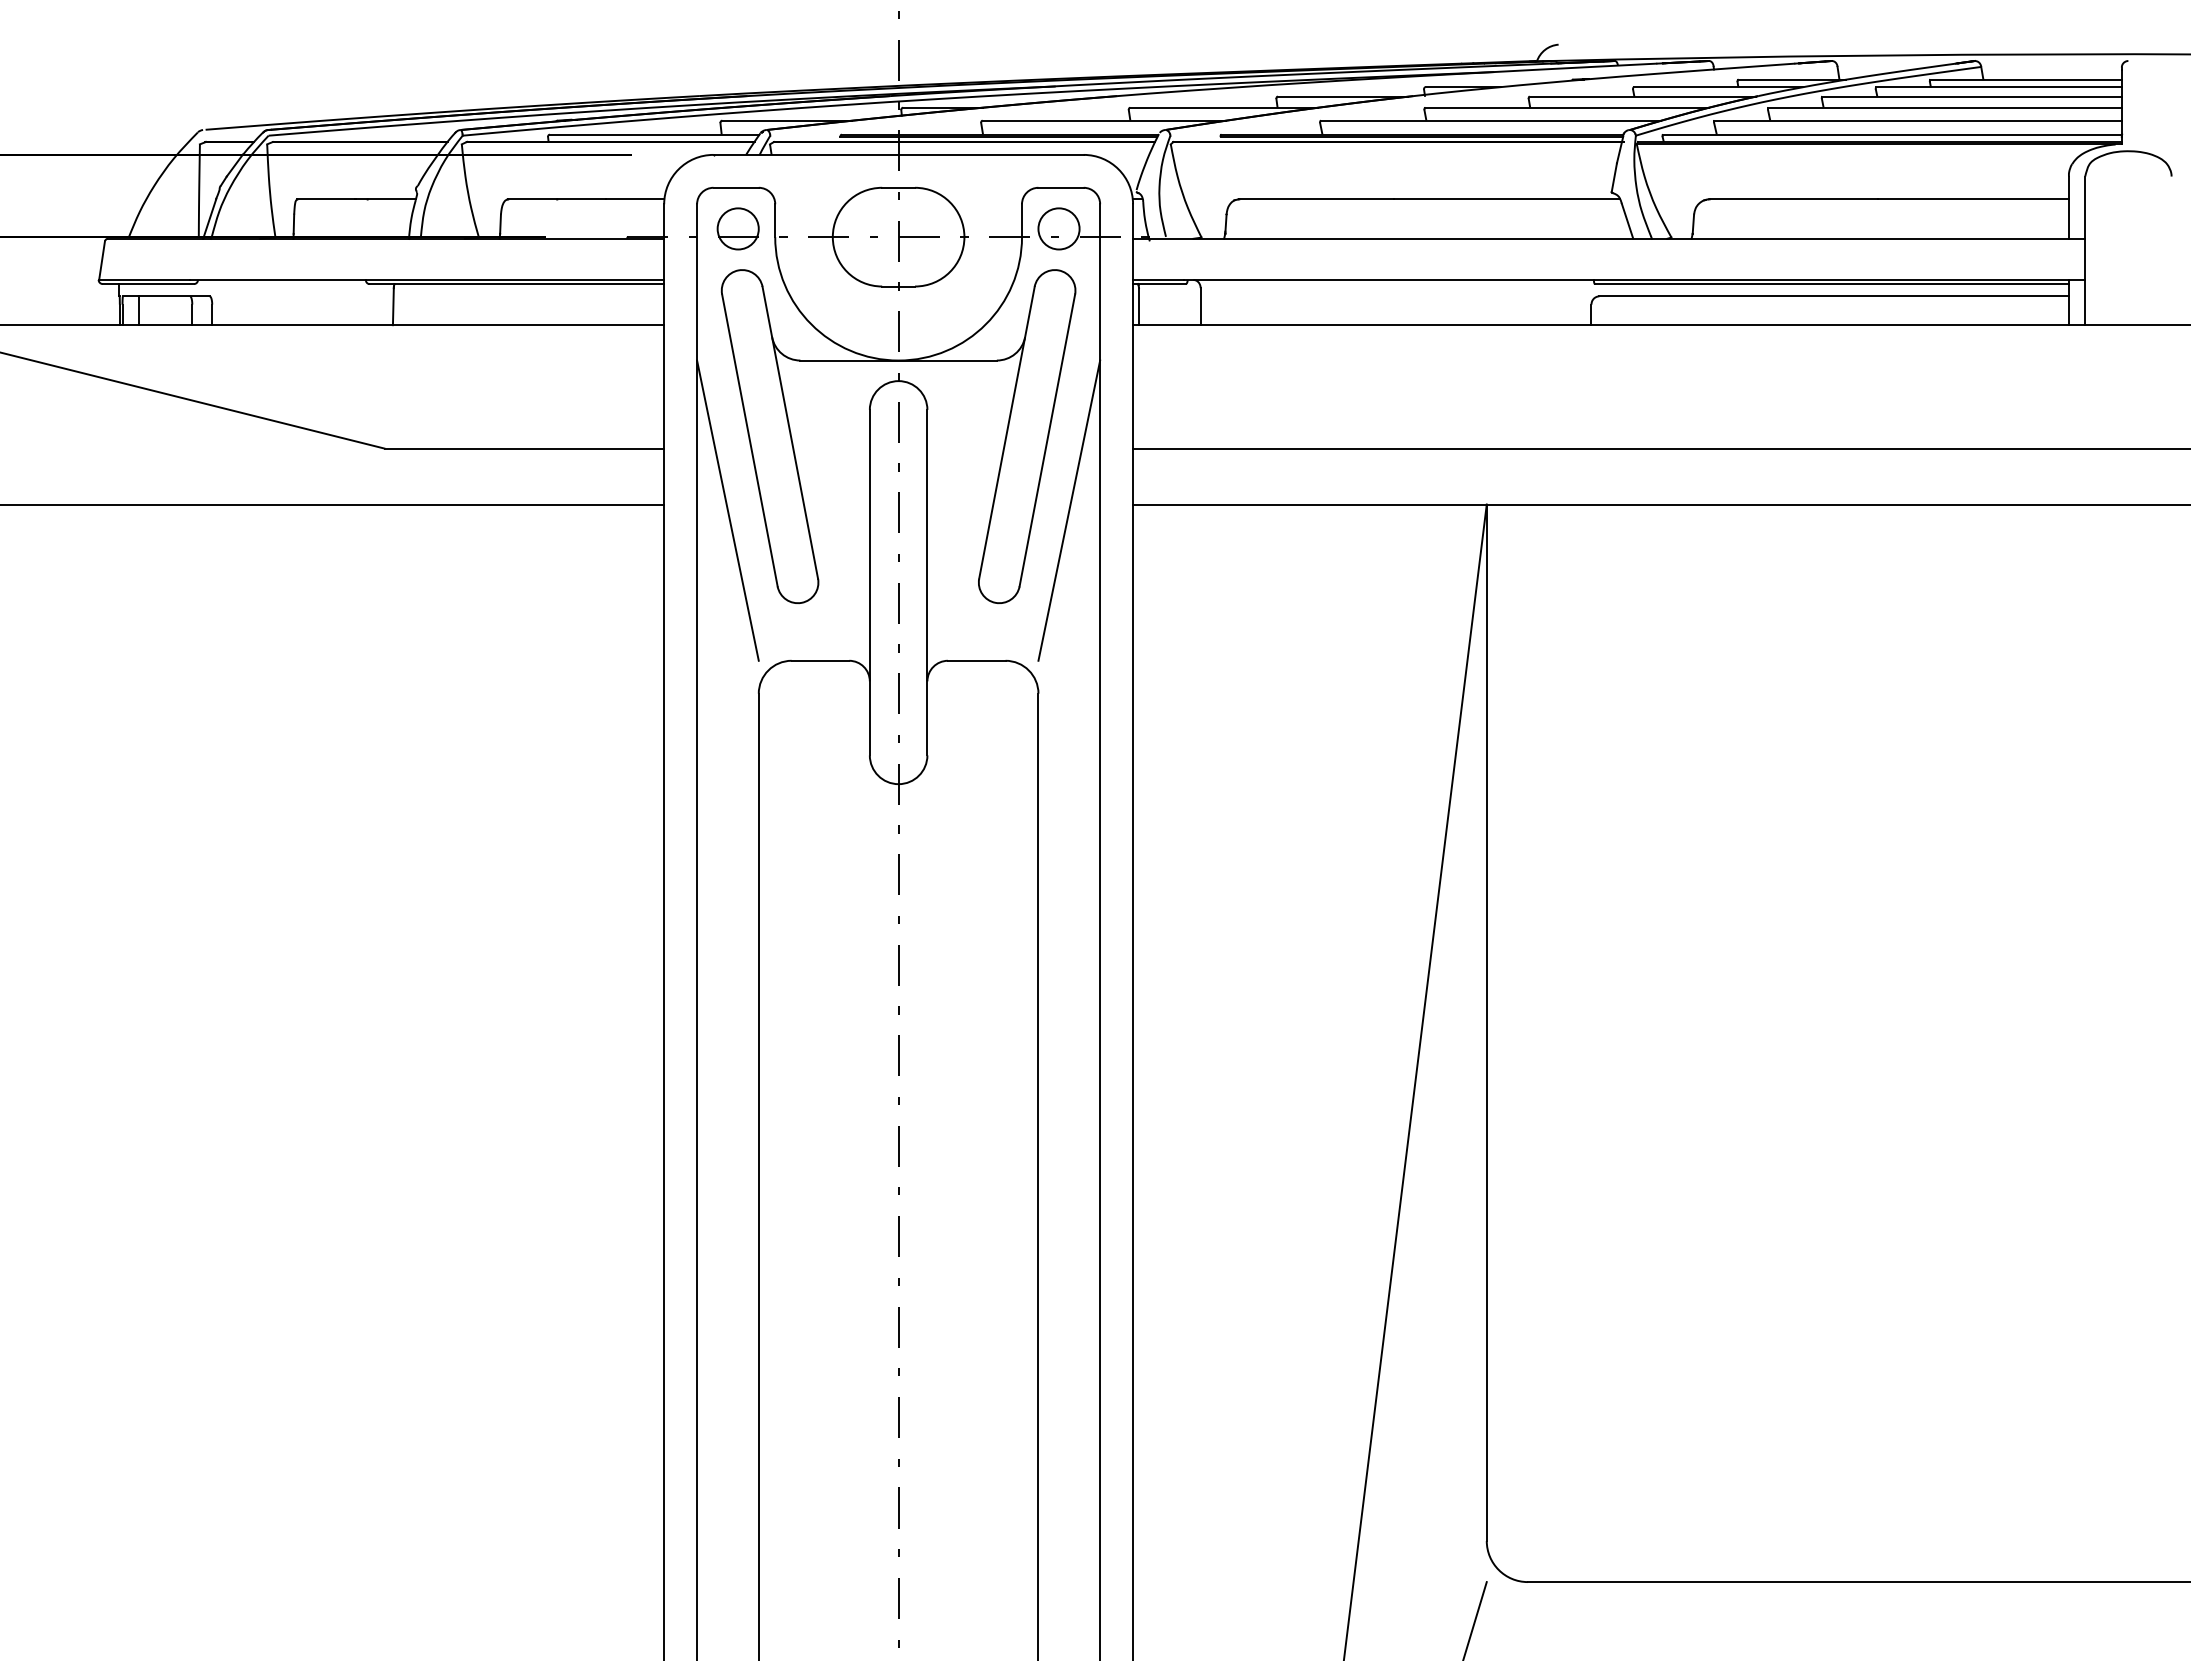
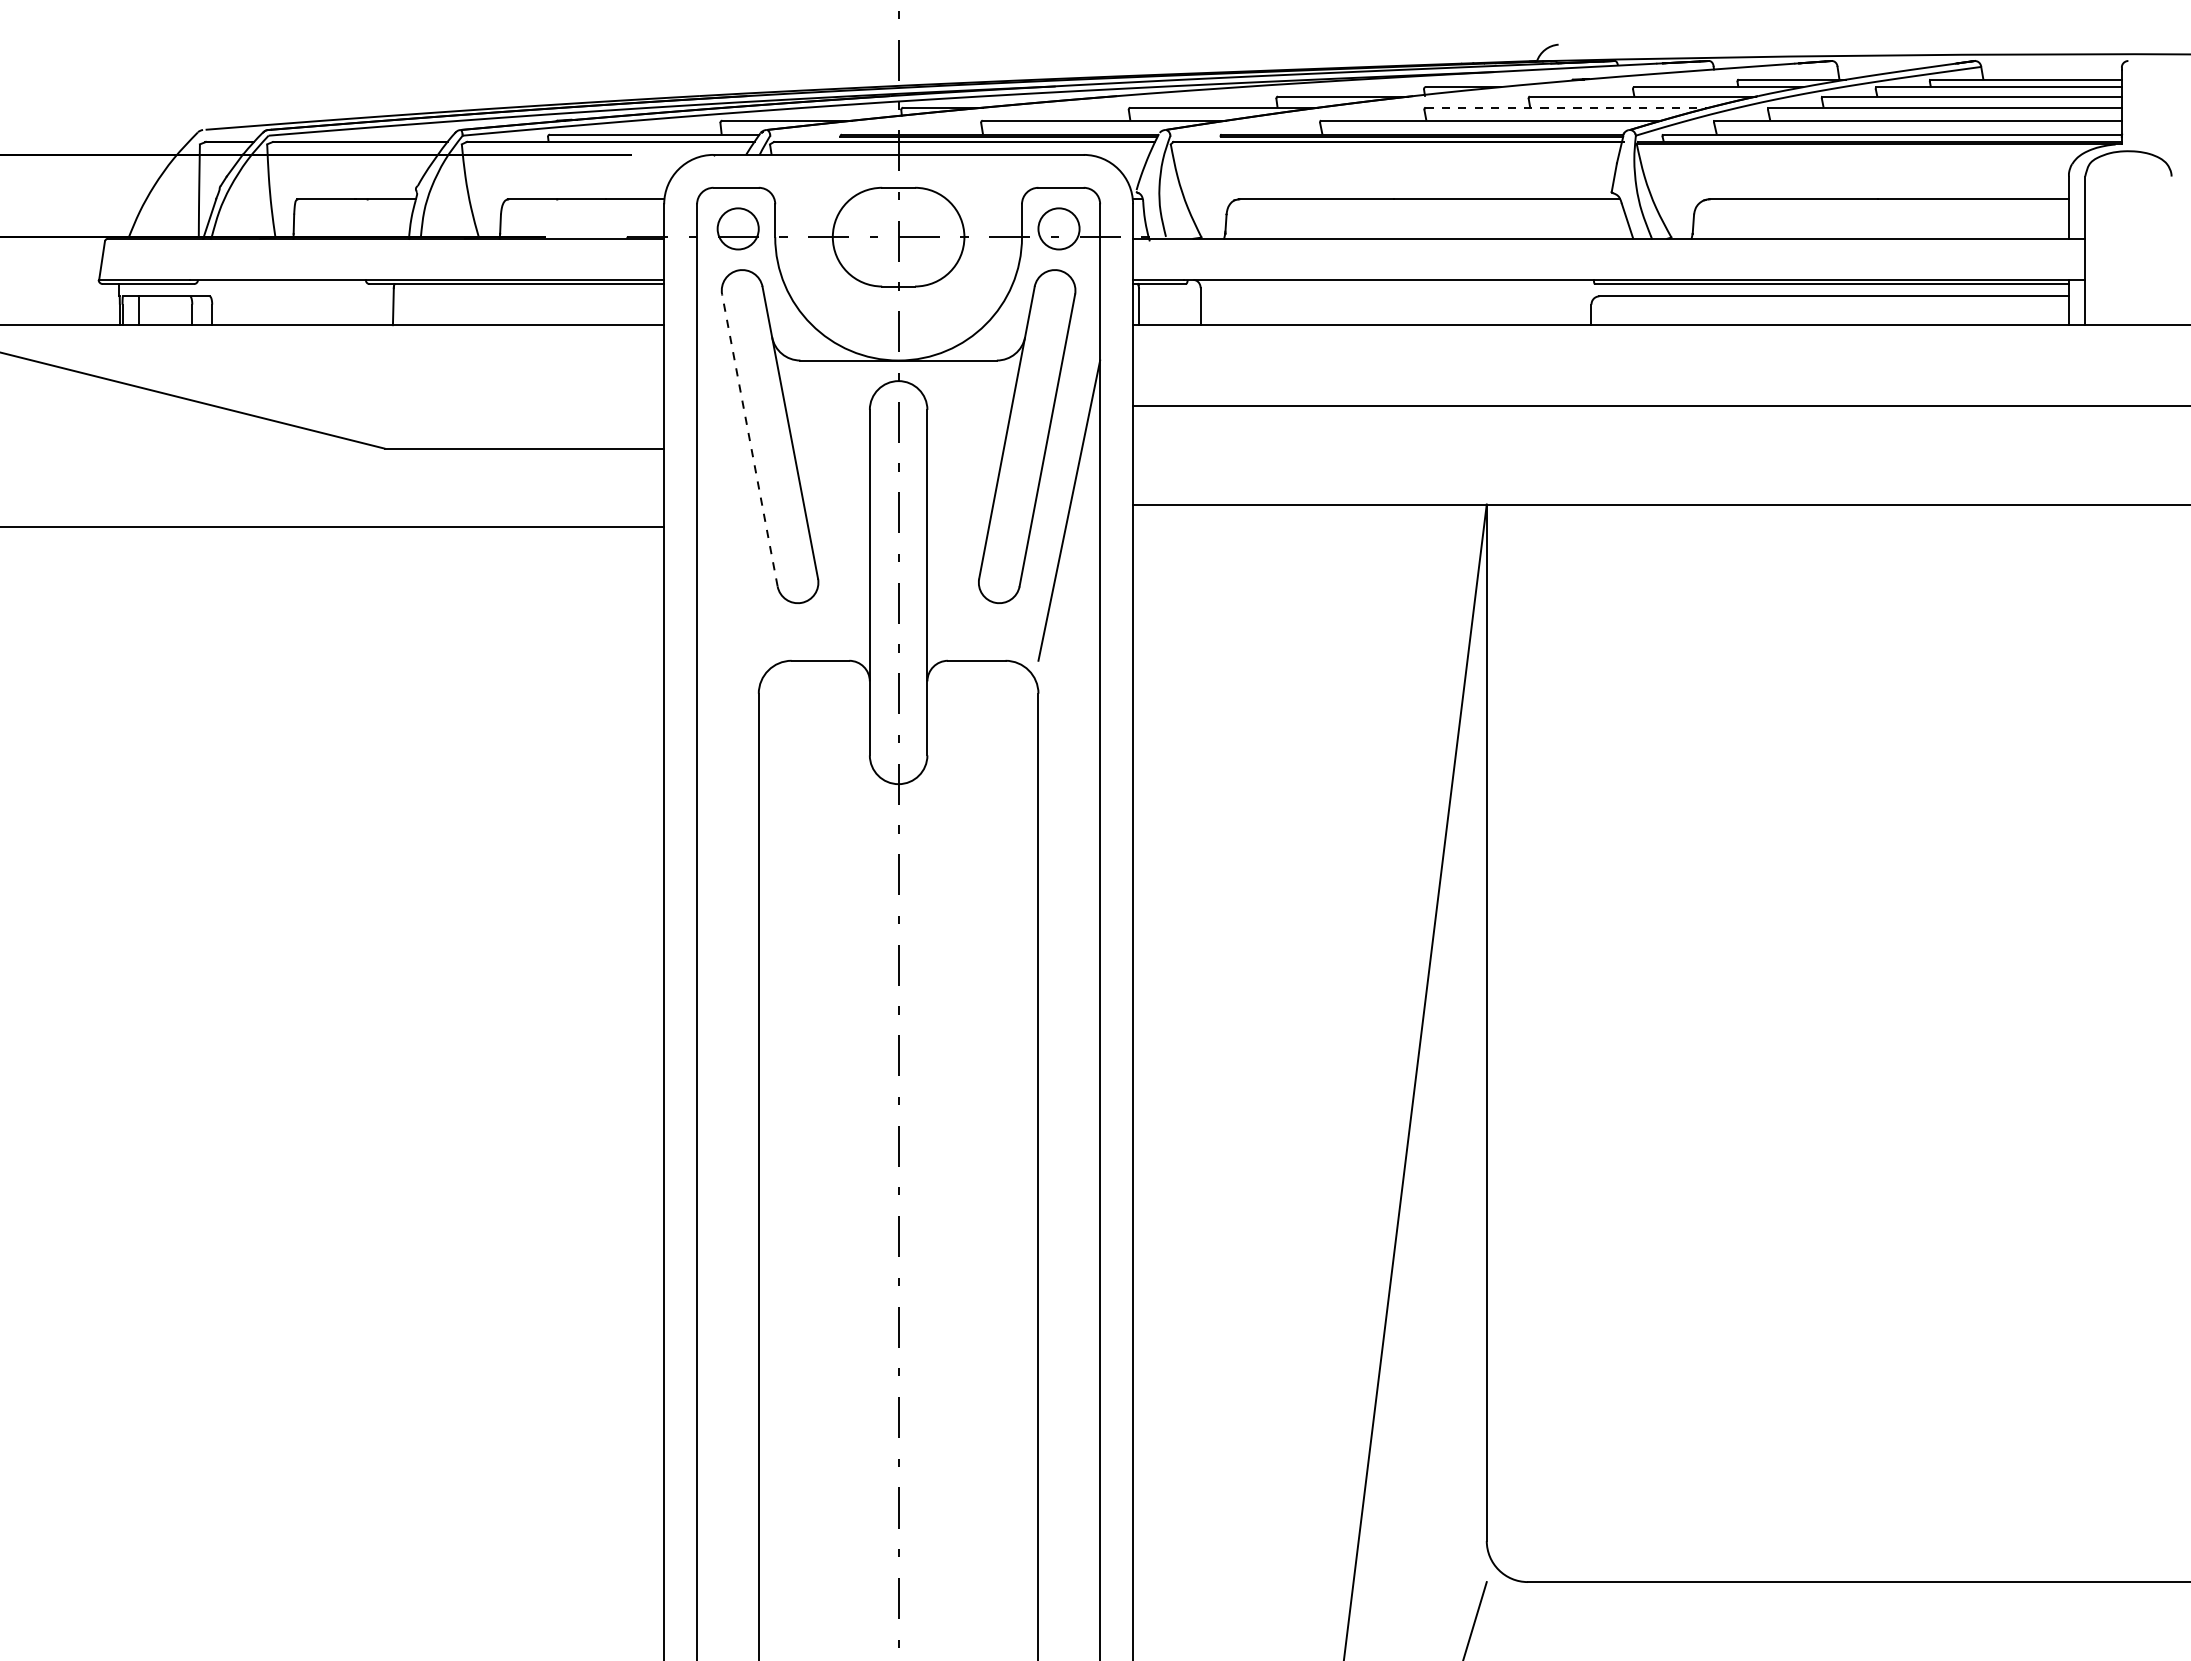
line at (1567, 107): solid -> dashed
line at (749, 440): solid -> dashed
line at (1660, 448) position: (1660, 448) -> (1660, 405)
line at (333, 504) position: (333, 504) -> (333, 526)
line at (727, 510): present -> none
